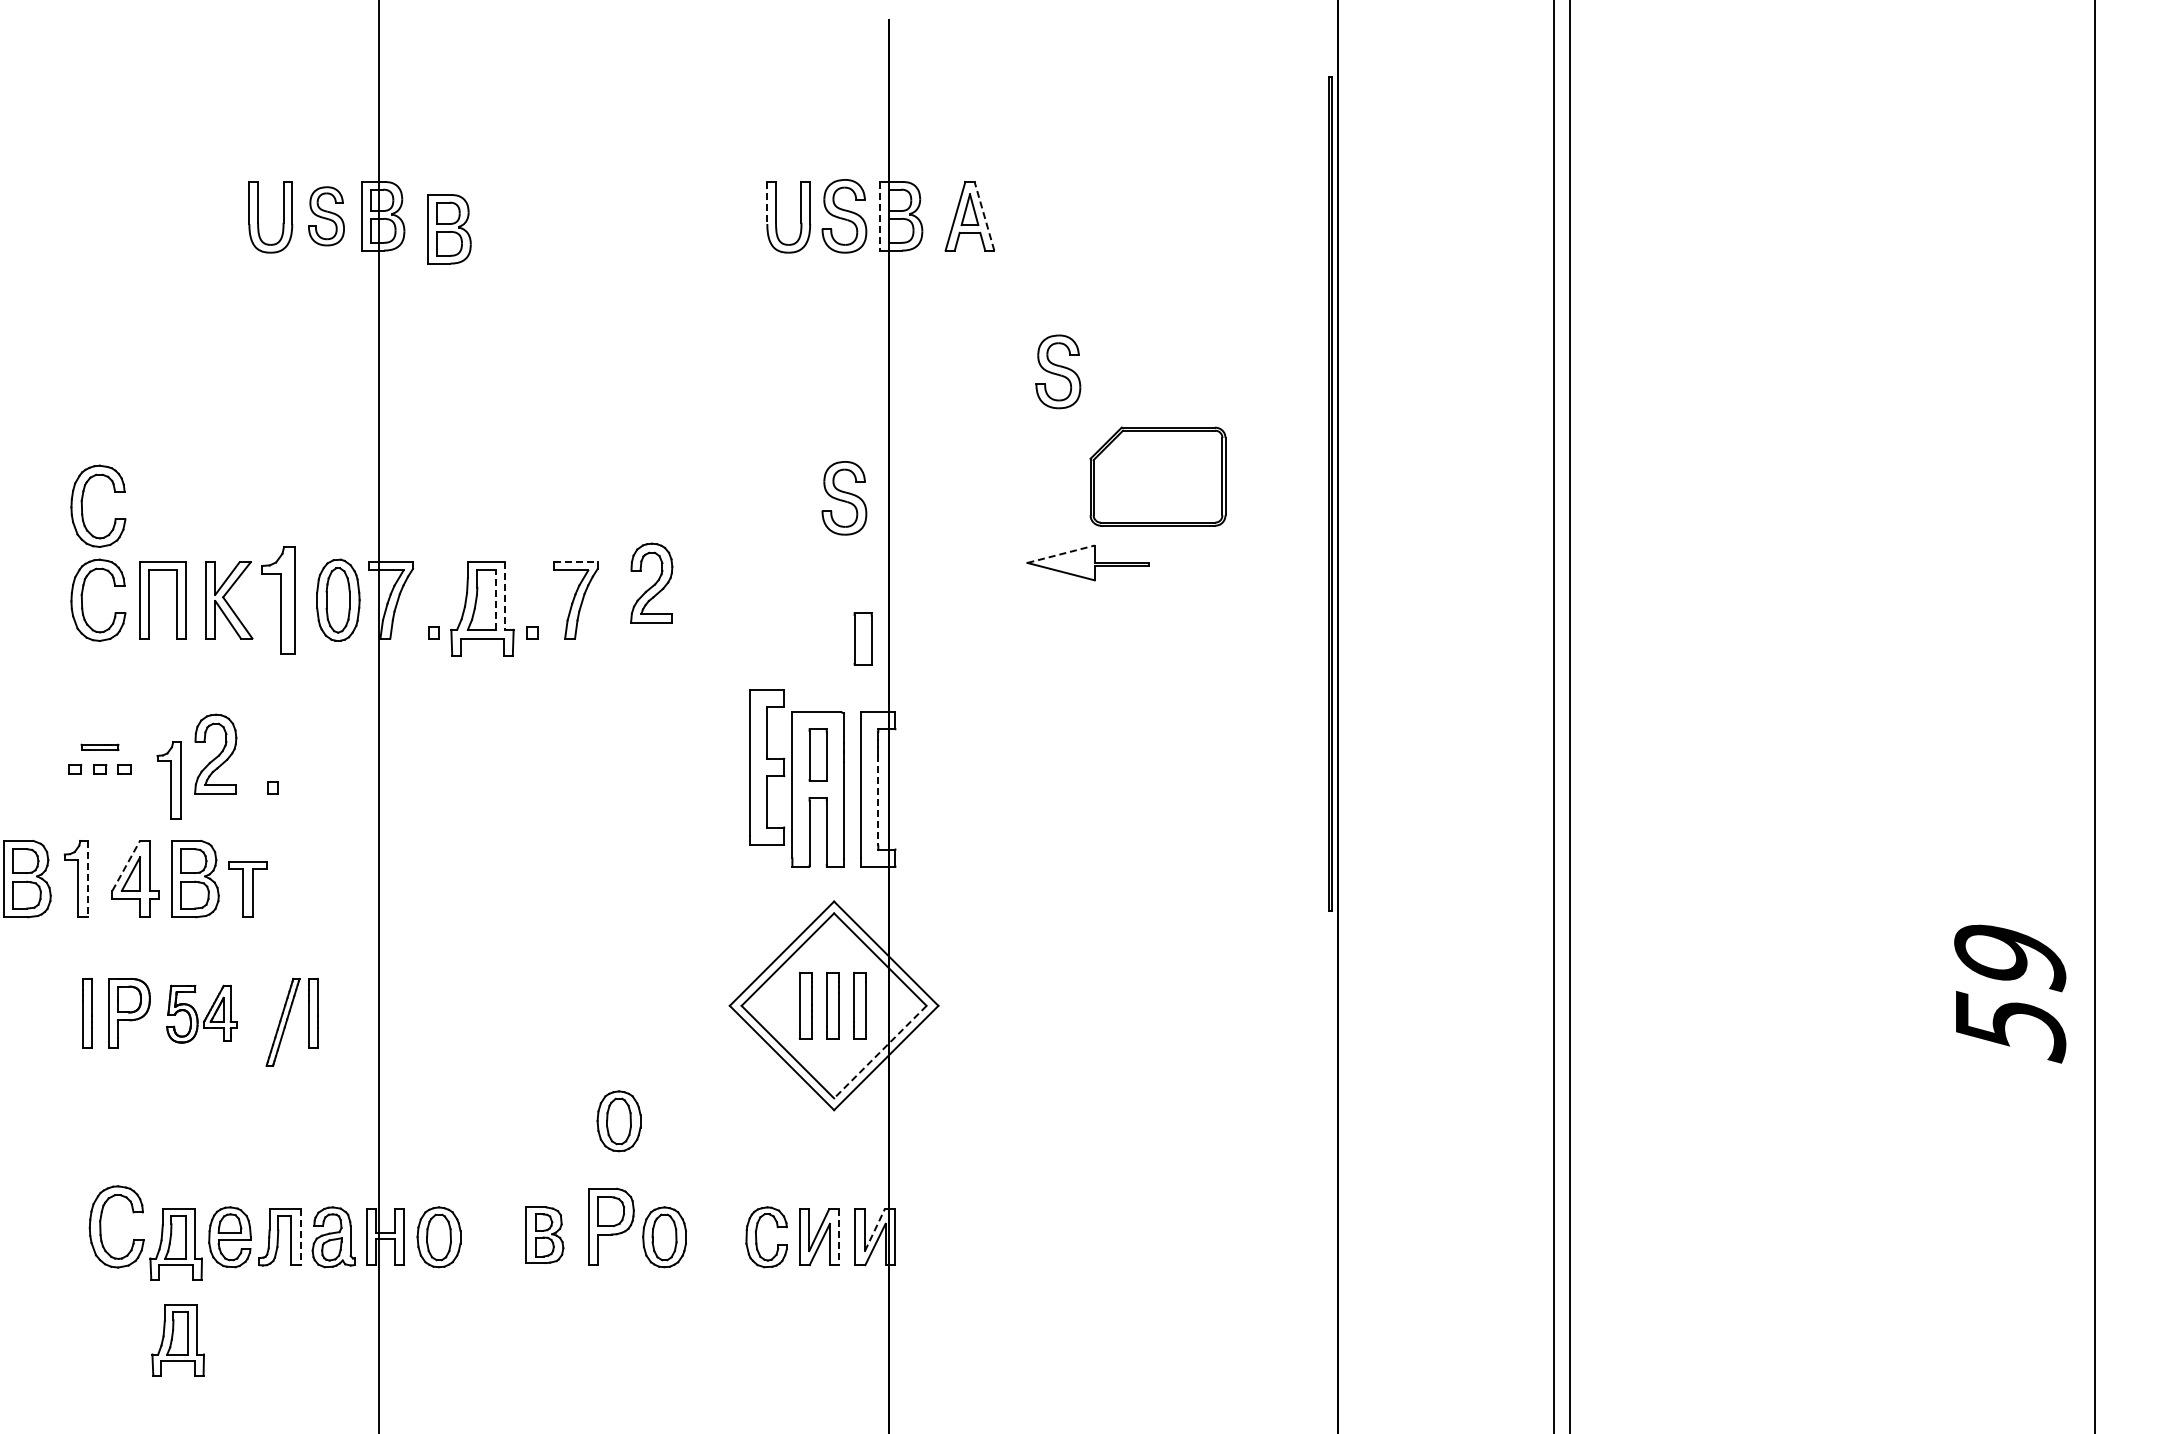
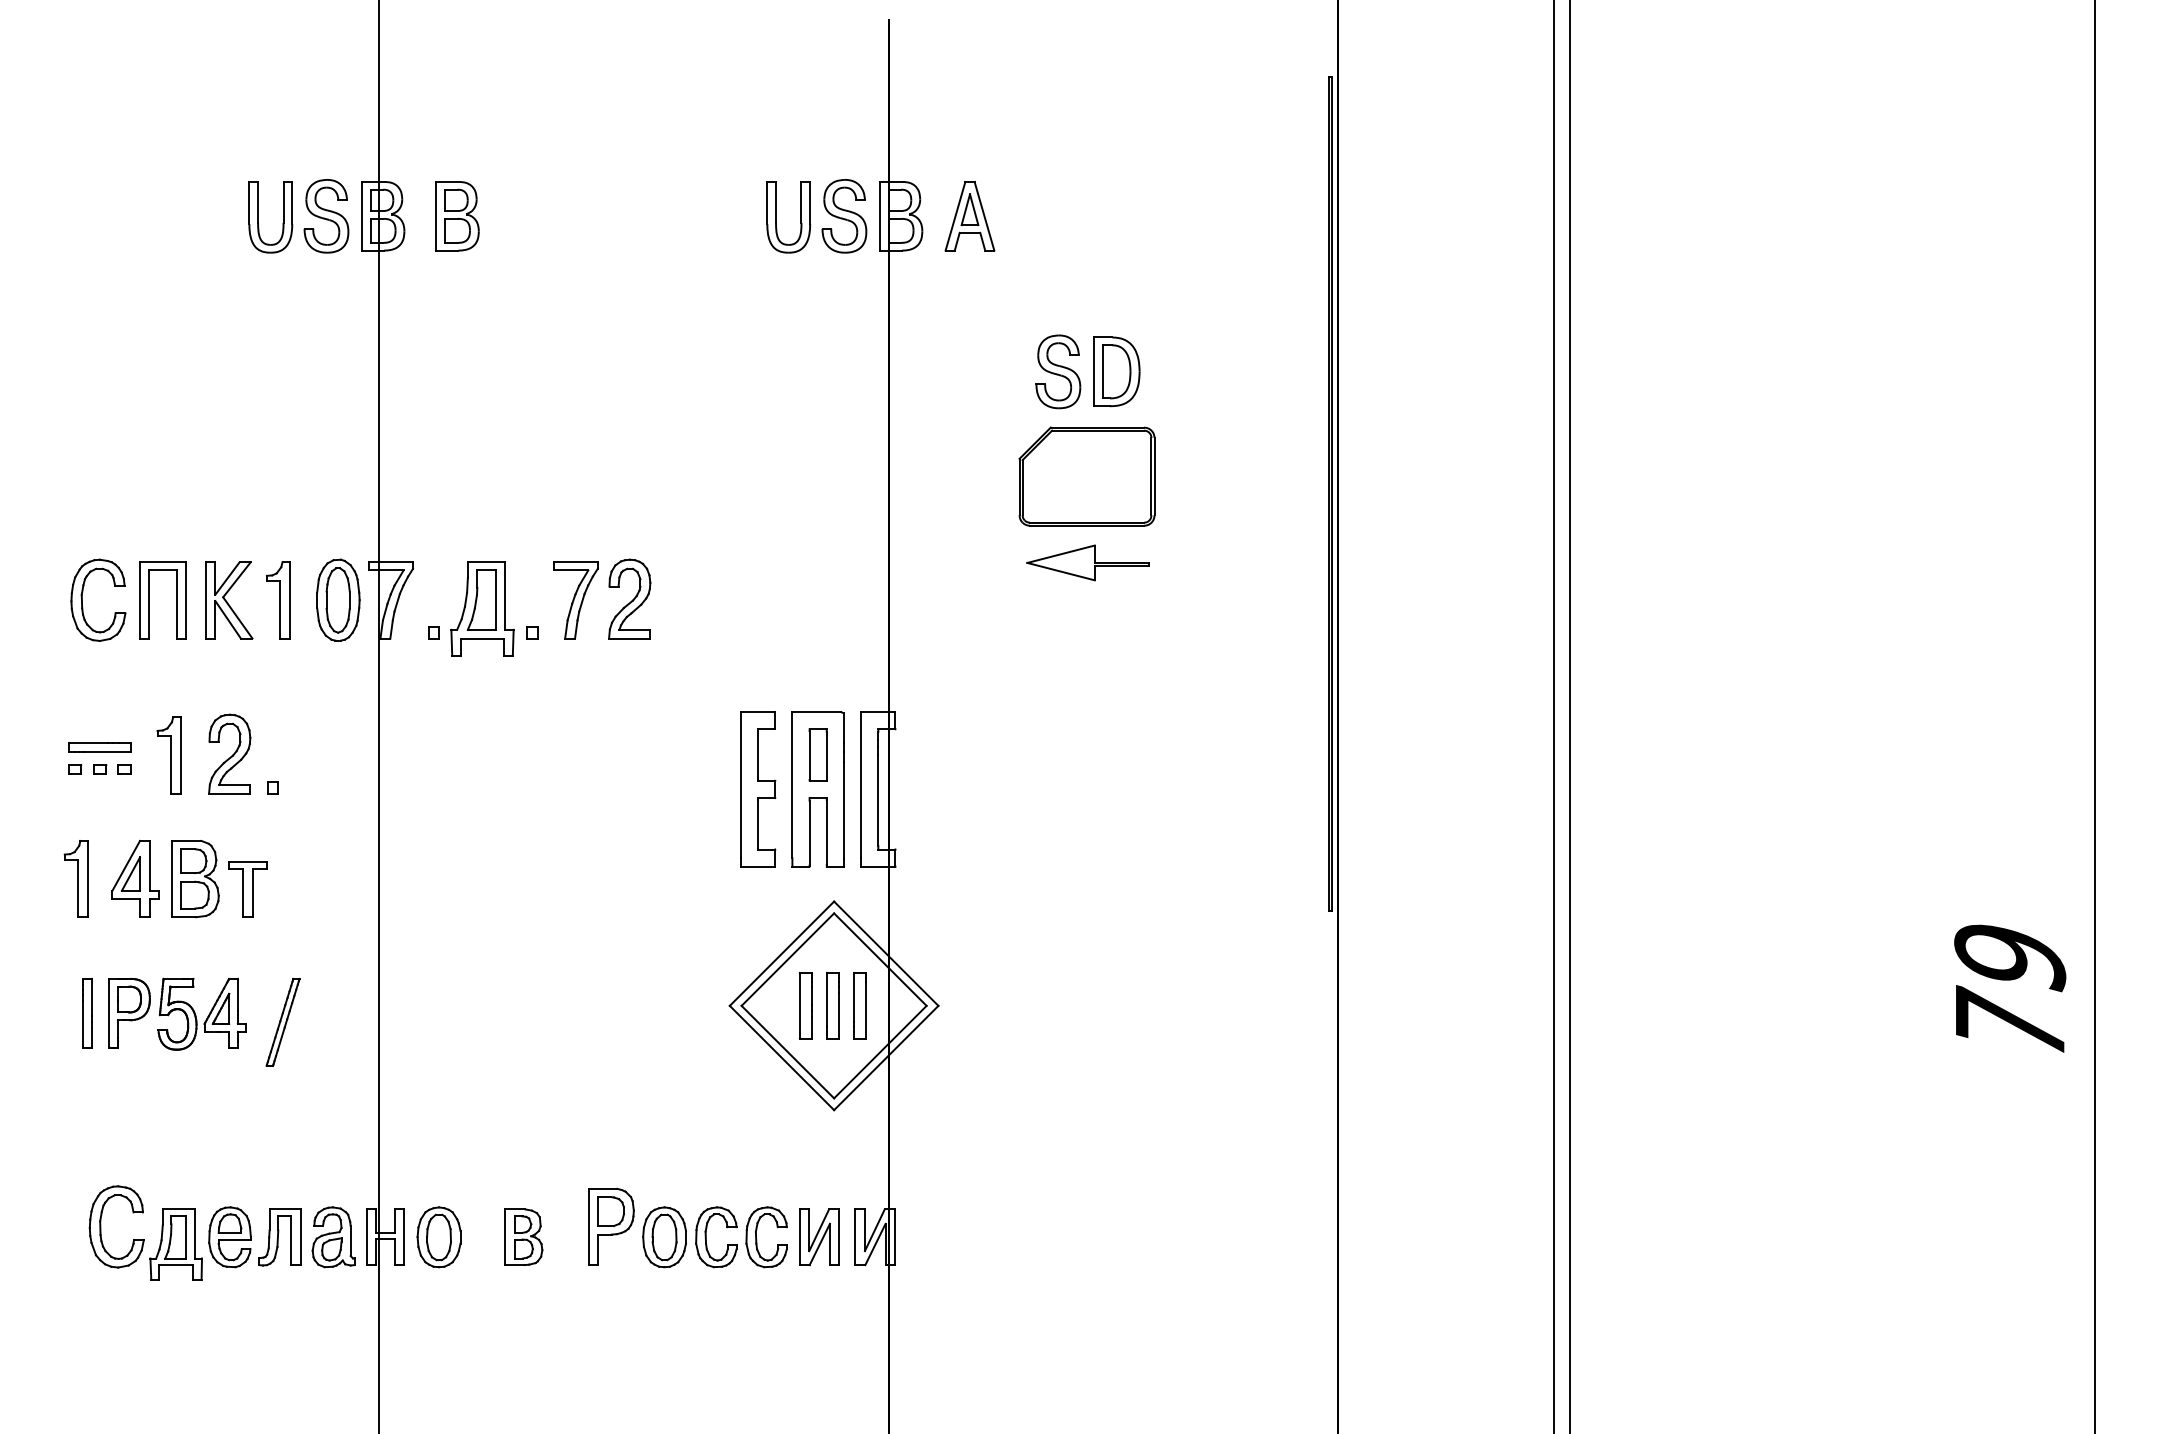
line at (767, 203): dashed -> solid
part at (326, 216) size: 37x61 px -> 47x75 px
line at (879, 216): dashed -> solid
line at (984, 216): dashed -> solid
part at (449, 229) position: (449, 229) -> (457, 216)
part at (1116, 371): none -> present
part at (1157, 476) position: (1157, 476) -> (1086, 476)
part at (844, 498): present -> none
part at (82, 505): present -> none
line at (1061, 554): dashed -> solid
line at (576, 562): dashed -> solid
part at (651, 582) position: (651, 582) -> (629, 598)
line at (505, 596): dashed -> solid
part at (278, 600) size: 35x109 px -> 25x79 px
line at (495, 600): dashed -> solid
part at (862, 638): present -> none
part at (99, 746) size: 40x8 px -> 64x11 px
part at (215, 753) position: (215, 753) -> (229, 753)
part at (767, 767) position: (767, 767) -> (758, 789)
part at (168, 780) position: (168, 780) -> (168, 755)
line at (878, 800): dashed -> solid
line at (126, 865): dashed -> solid
part at (27, 879): present -> none
line at (87, 879): dashed -> solid
part at (201, 1013) size: 72x60 px -> 90x74 px
part at (313, 1013): present -> none
text at (2011, 1024): 59 -> 79
line at (880, 1052): dashed -> solid
part at (618, 1121): present -> none
line at (875, 1229): dashed -> solid
part at (544, 1234) position: (544, 1234) -> (523, 1236)
line at (300, 1237): dashed -> solid
part at (706, 1237): none -> present
line at (838, 1237): dashed -> solid
part at (177, 1340): present -> none
